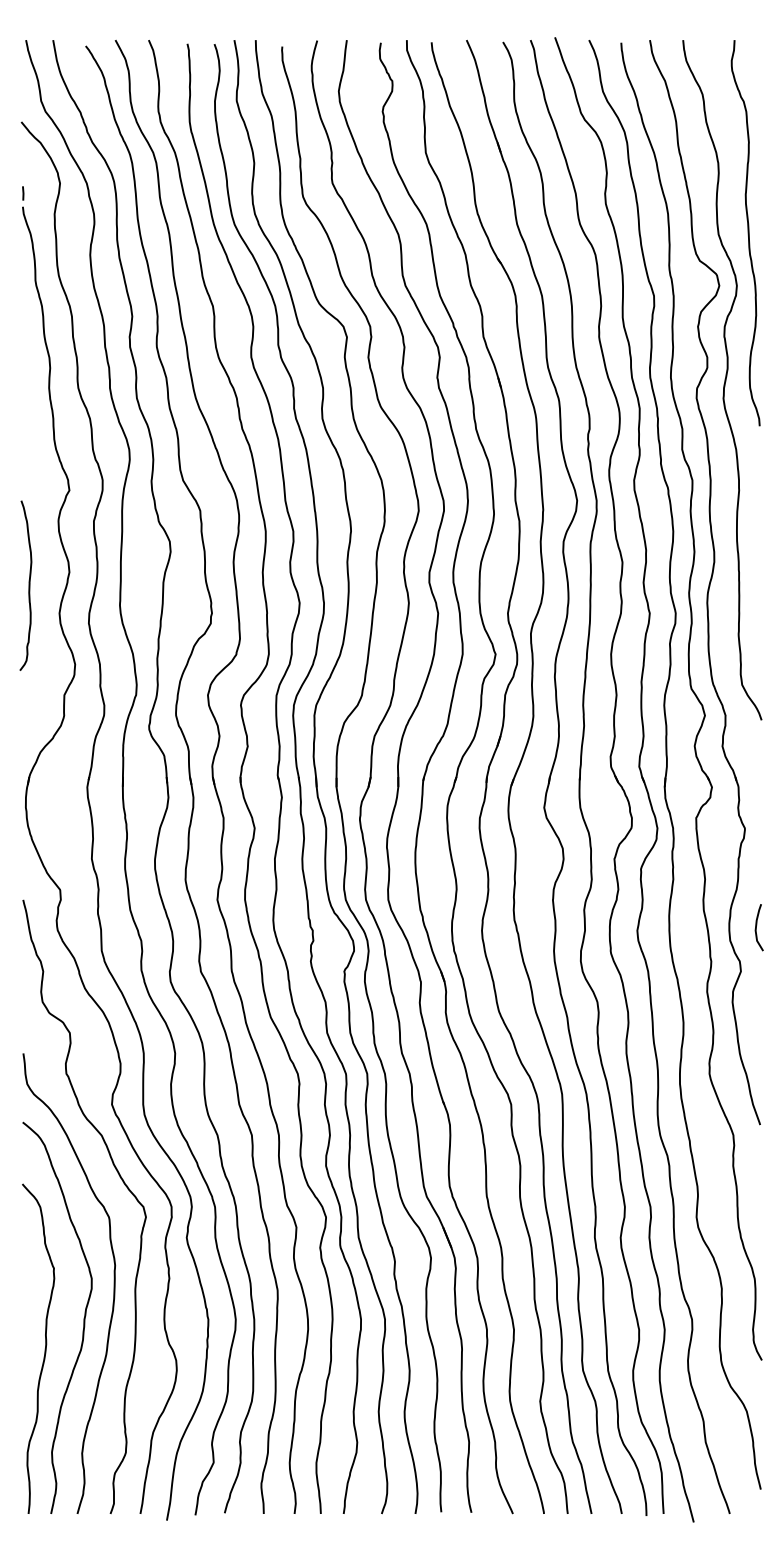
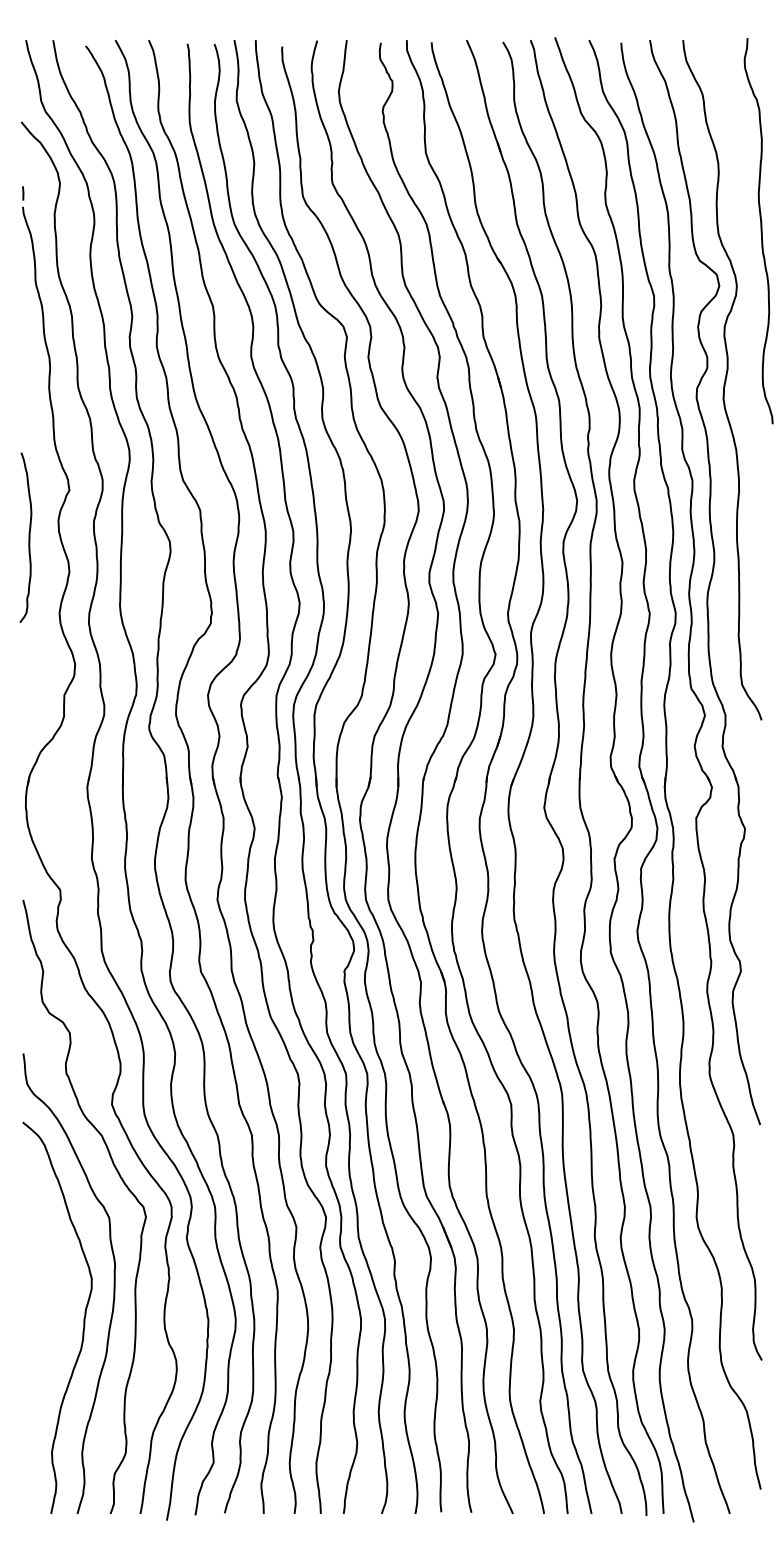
curve at (747, 233) position: (747, 233) -> (760, 231)
curve at (28, 585) position: (28, 585) -> (28, 537)
curve at (756, 927): present -> none
curve at (44, 1349): present -> none
